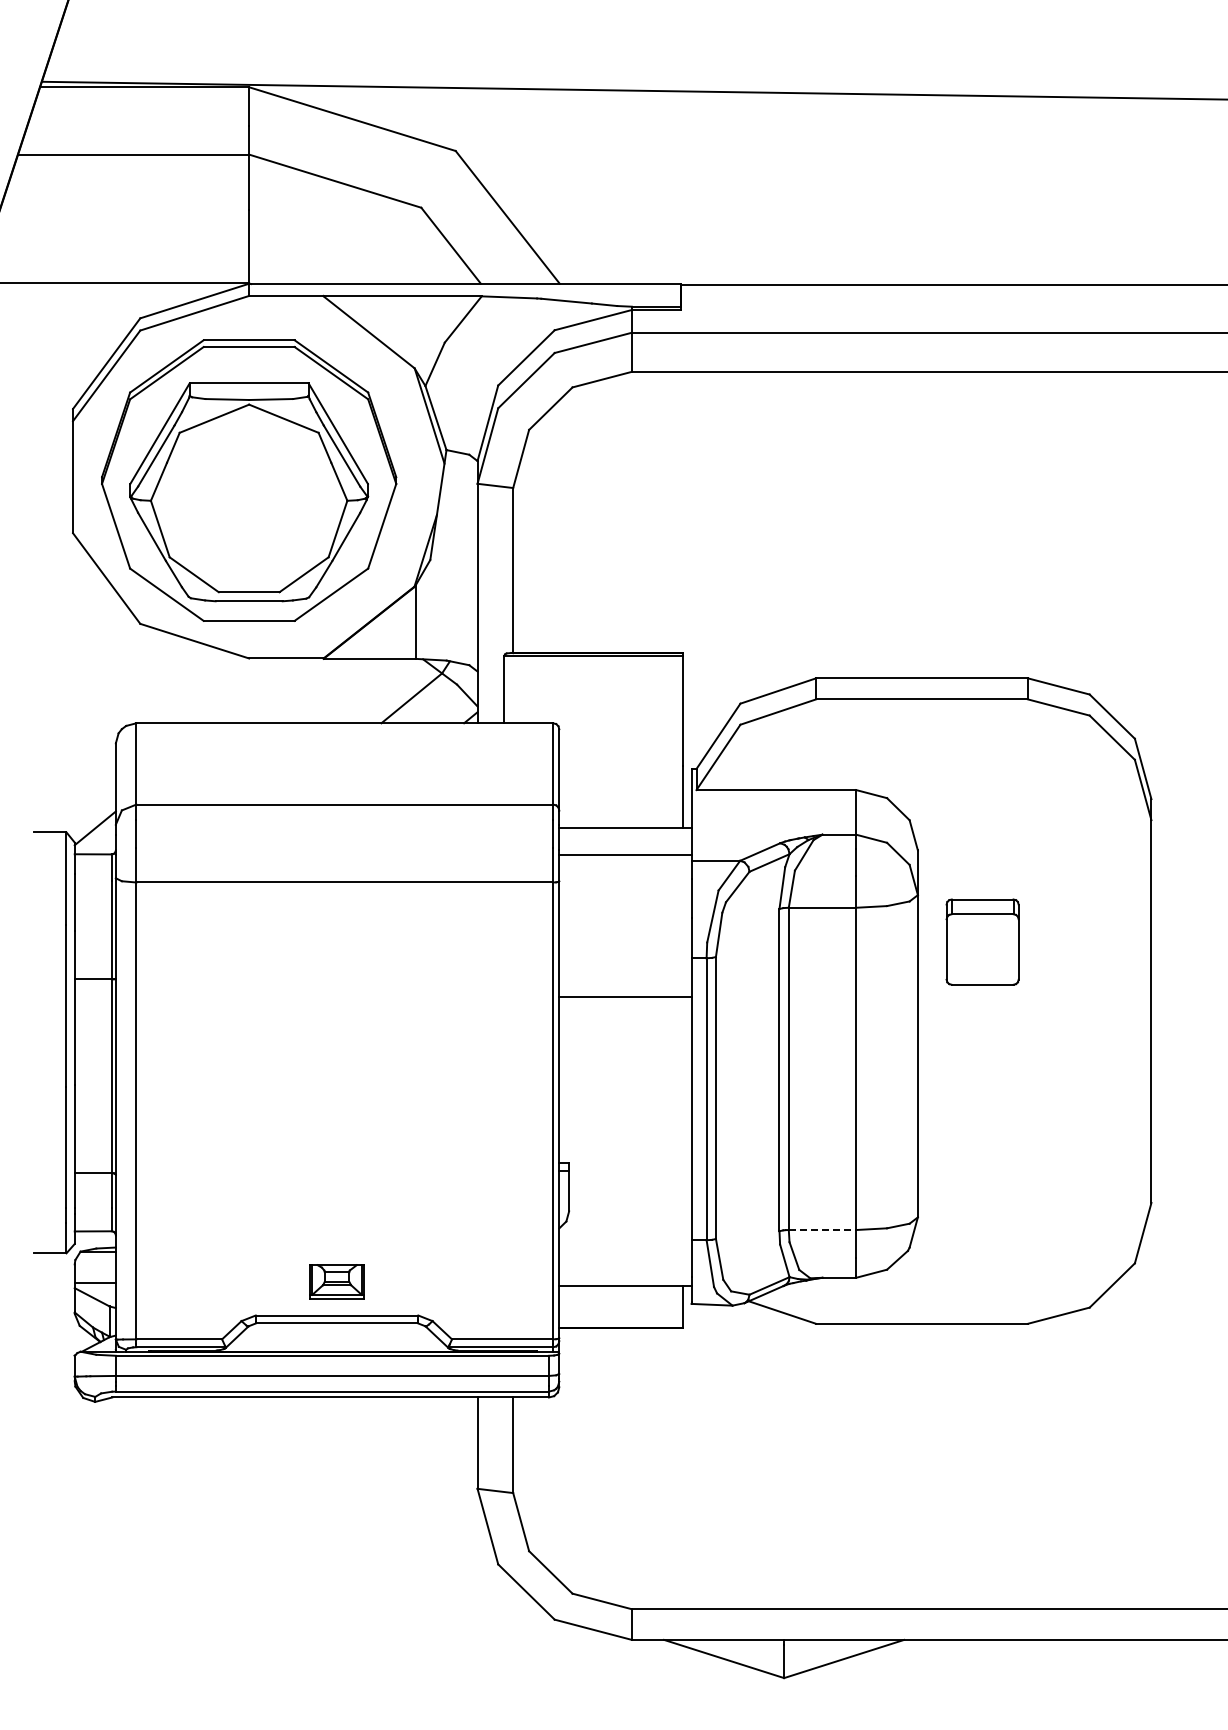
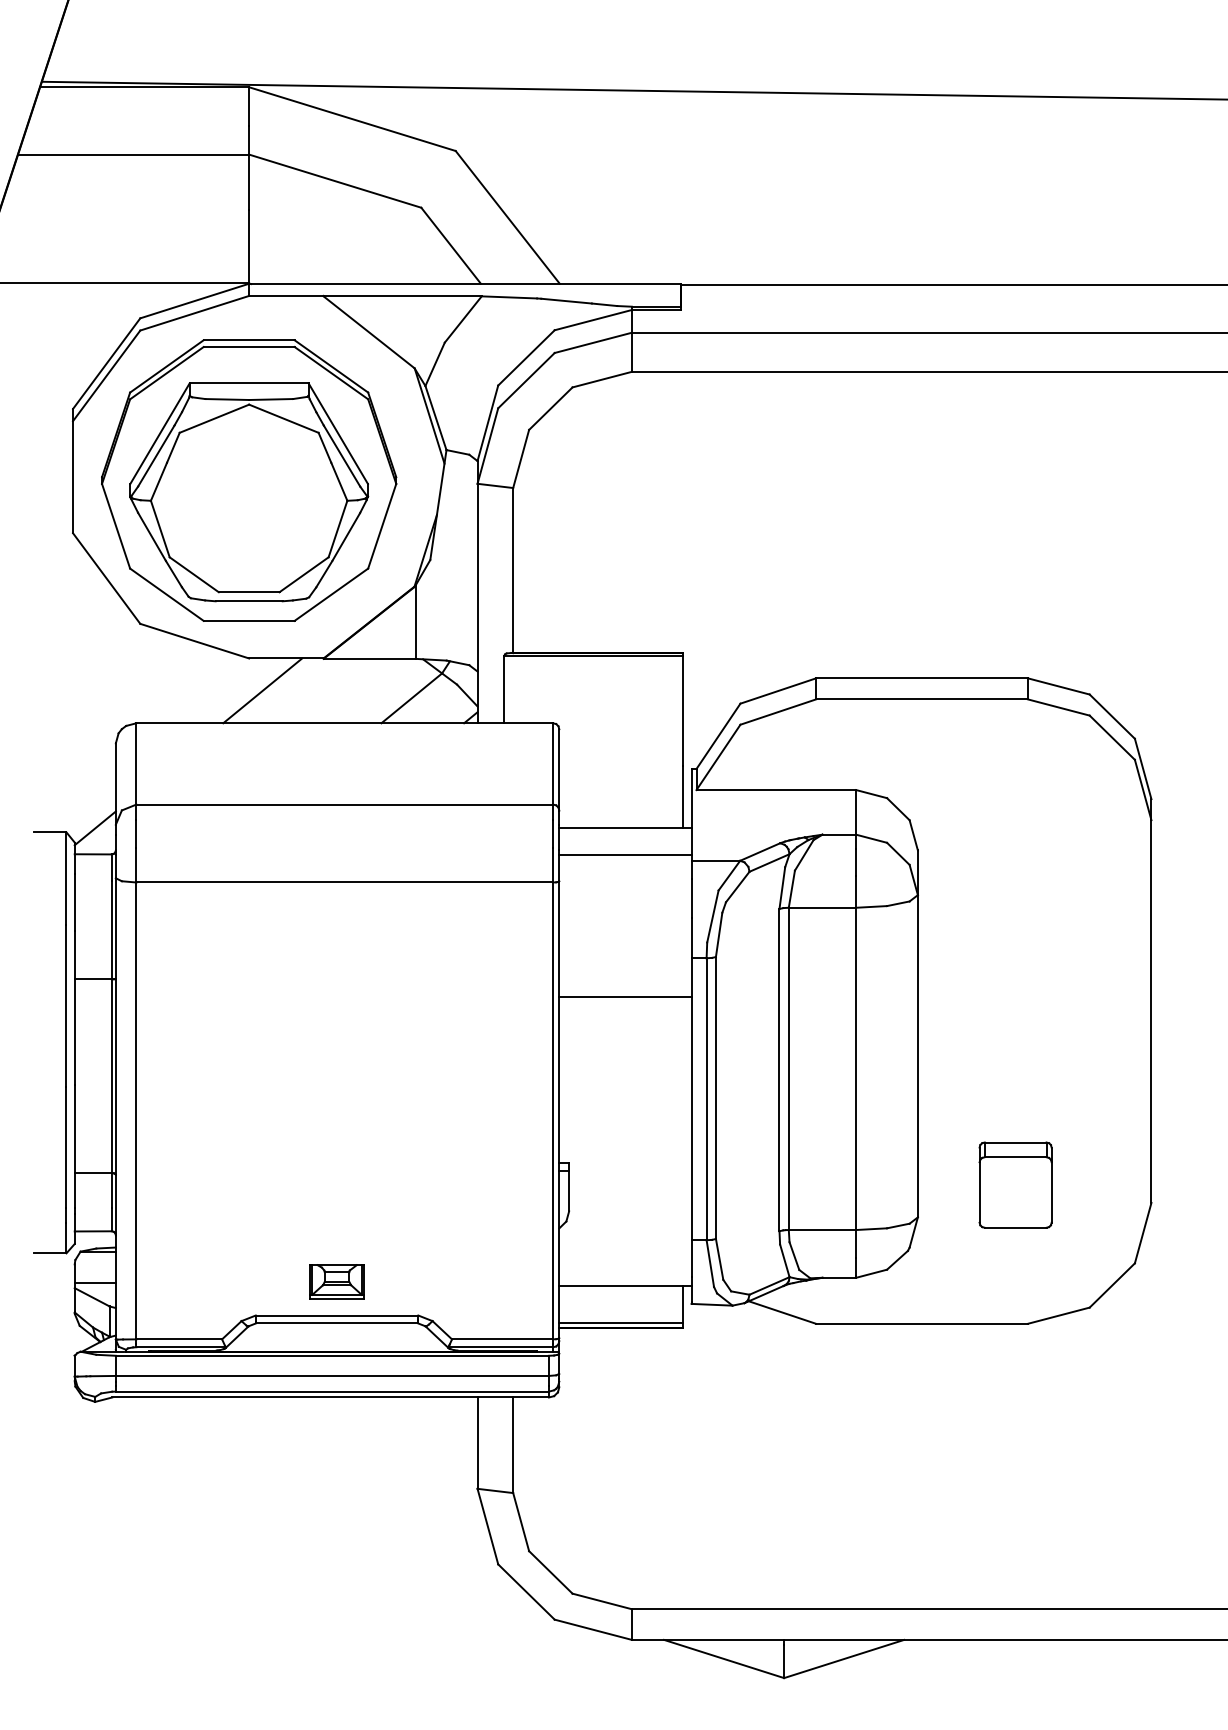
line at (262, 690): none -> present
part at (982, 941) position: (982, 941) -> (1015, 1184)
line at (822, 1230): dashed -> solid
line at (621, 1322): none -> present
